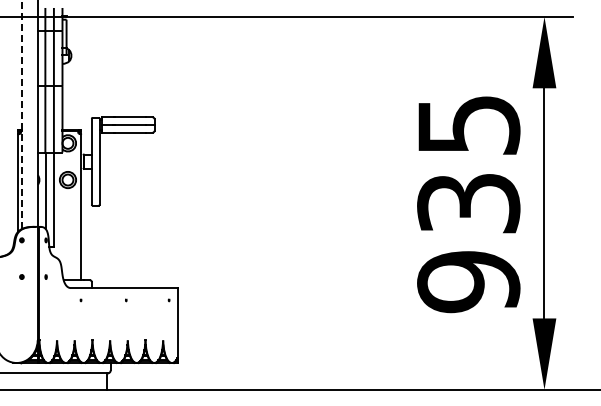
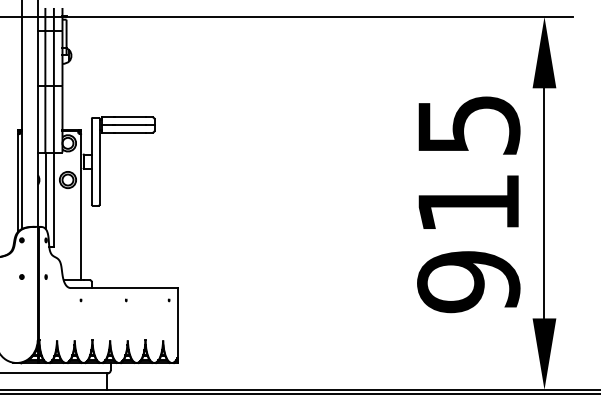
line at (22, 113): dashed -> solid
text at (468, 203): 935 -> 915
line at (299, 393): none -> present
